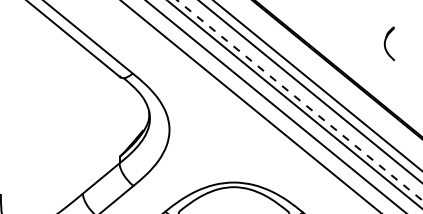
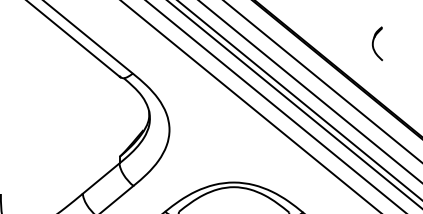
part at (388, 43) position: (388, 43) -> (376, 43)
line at (317, 85) position: (317, 85) -> (322, 81)
line at (300, 100): dashed -> solid
